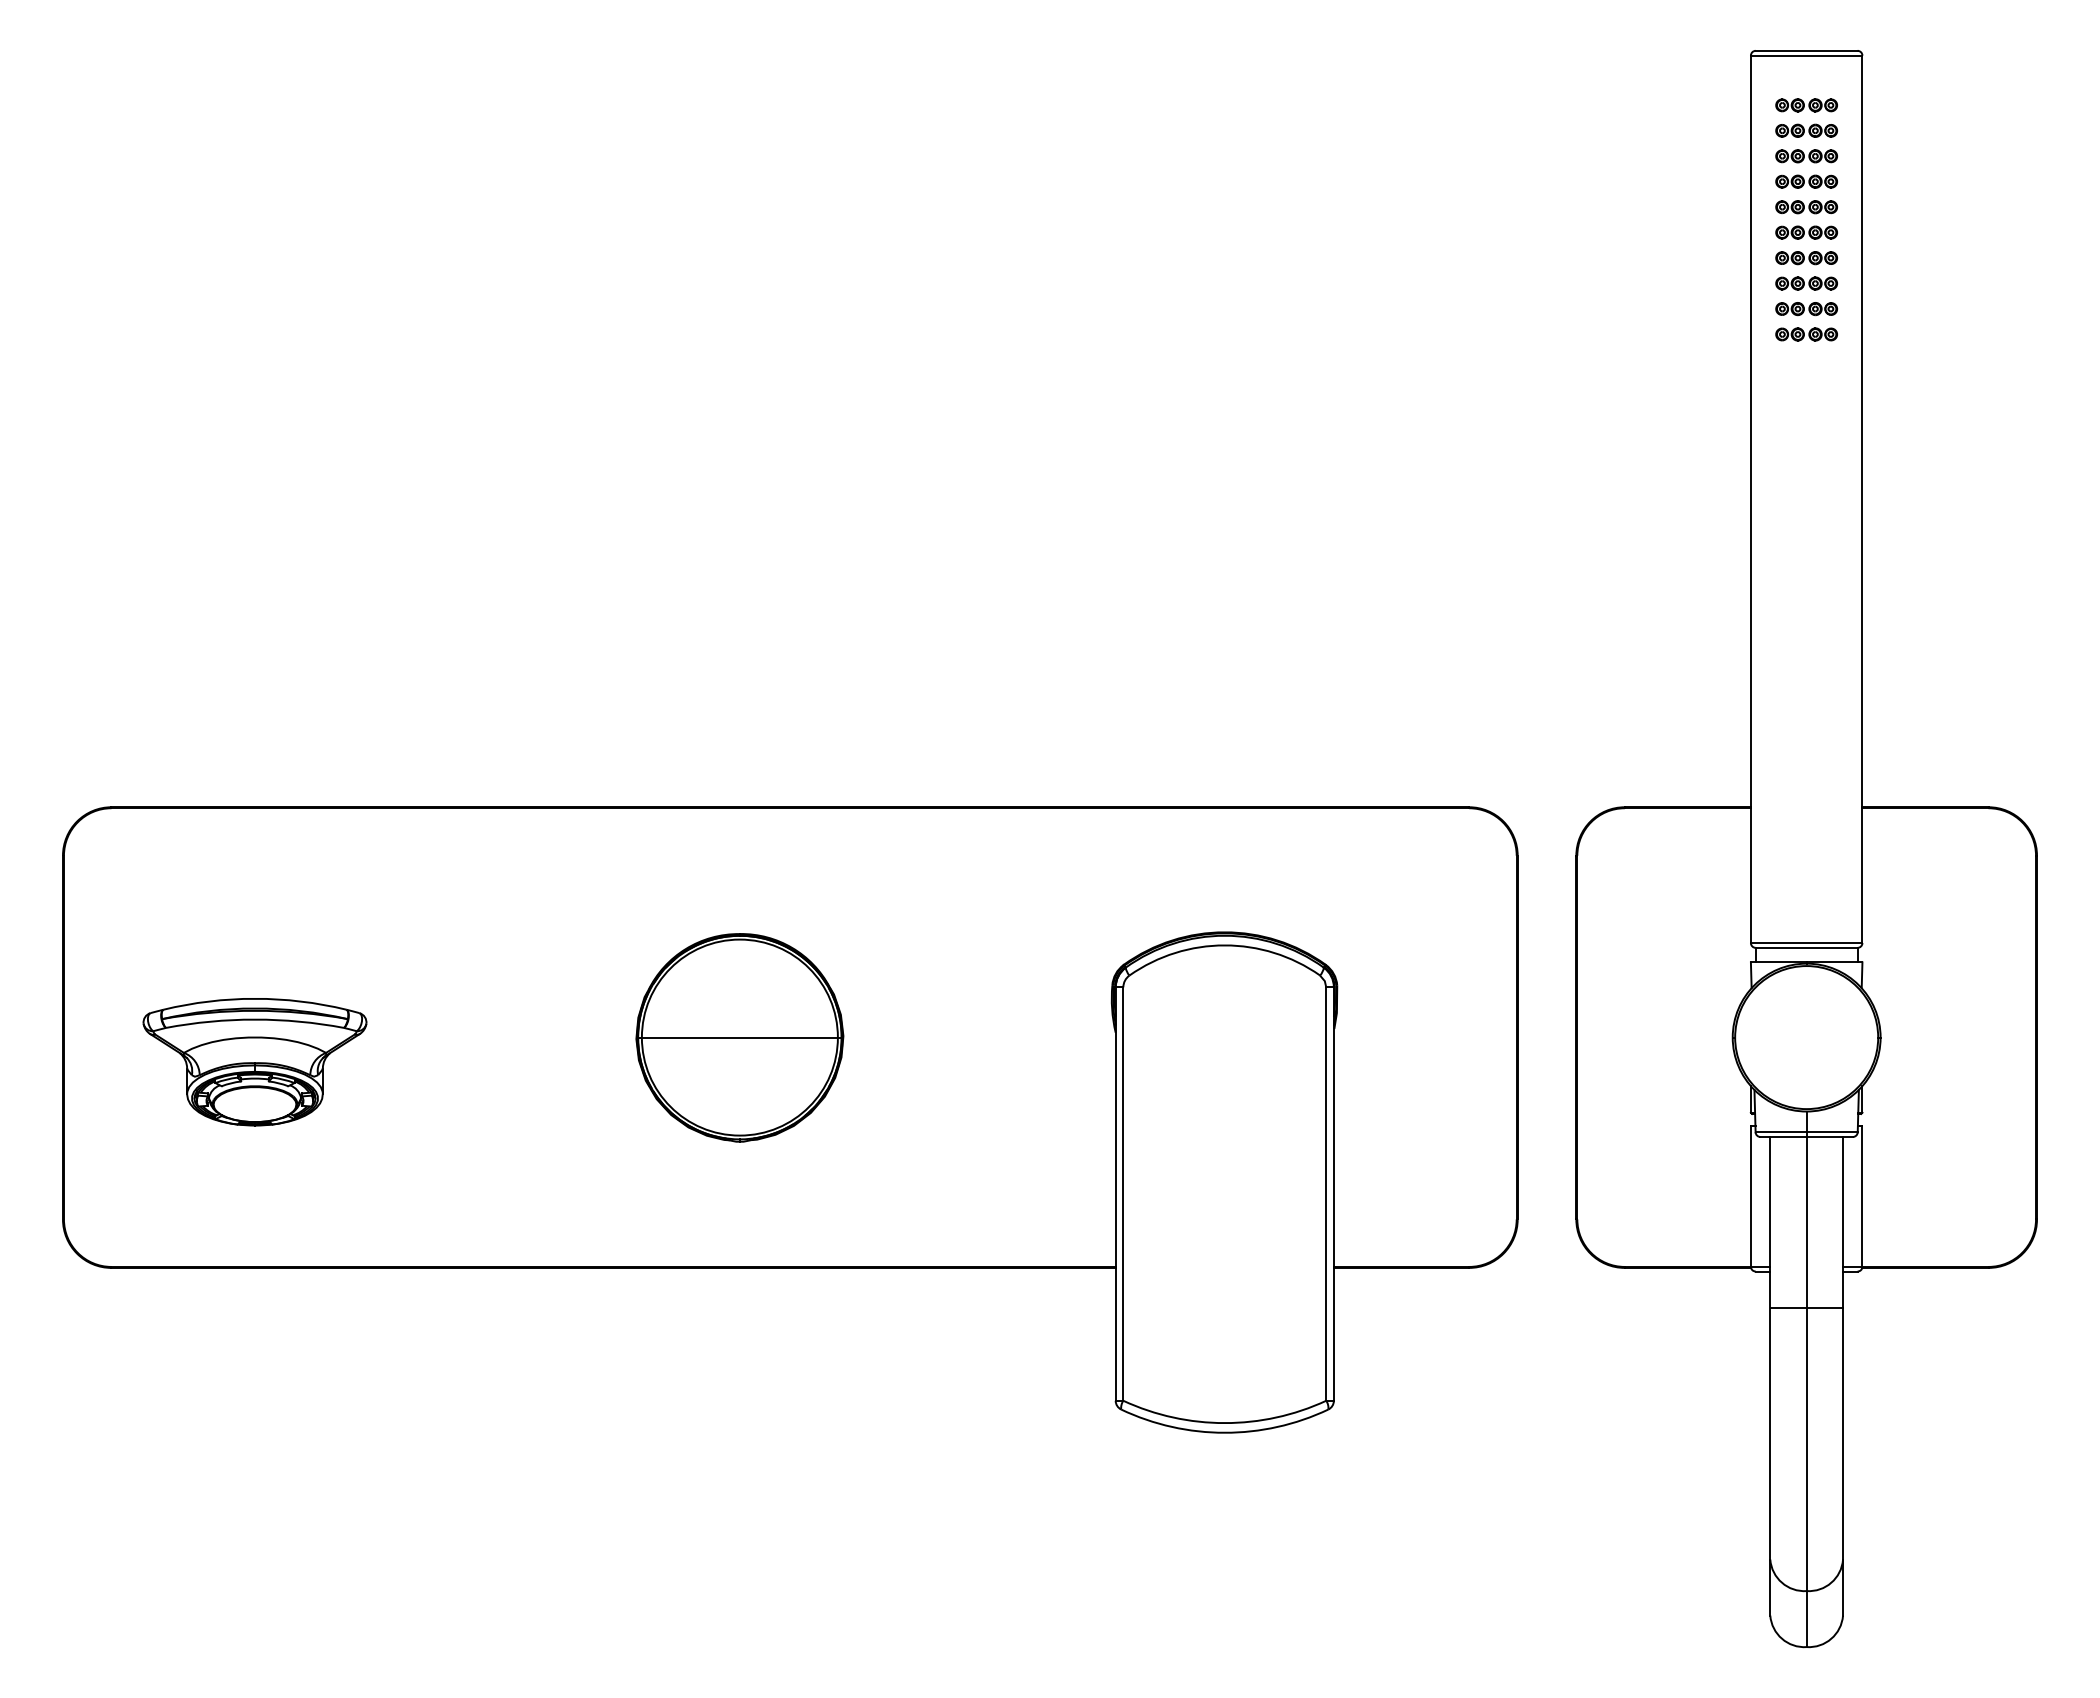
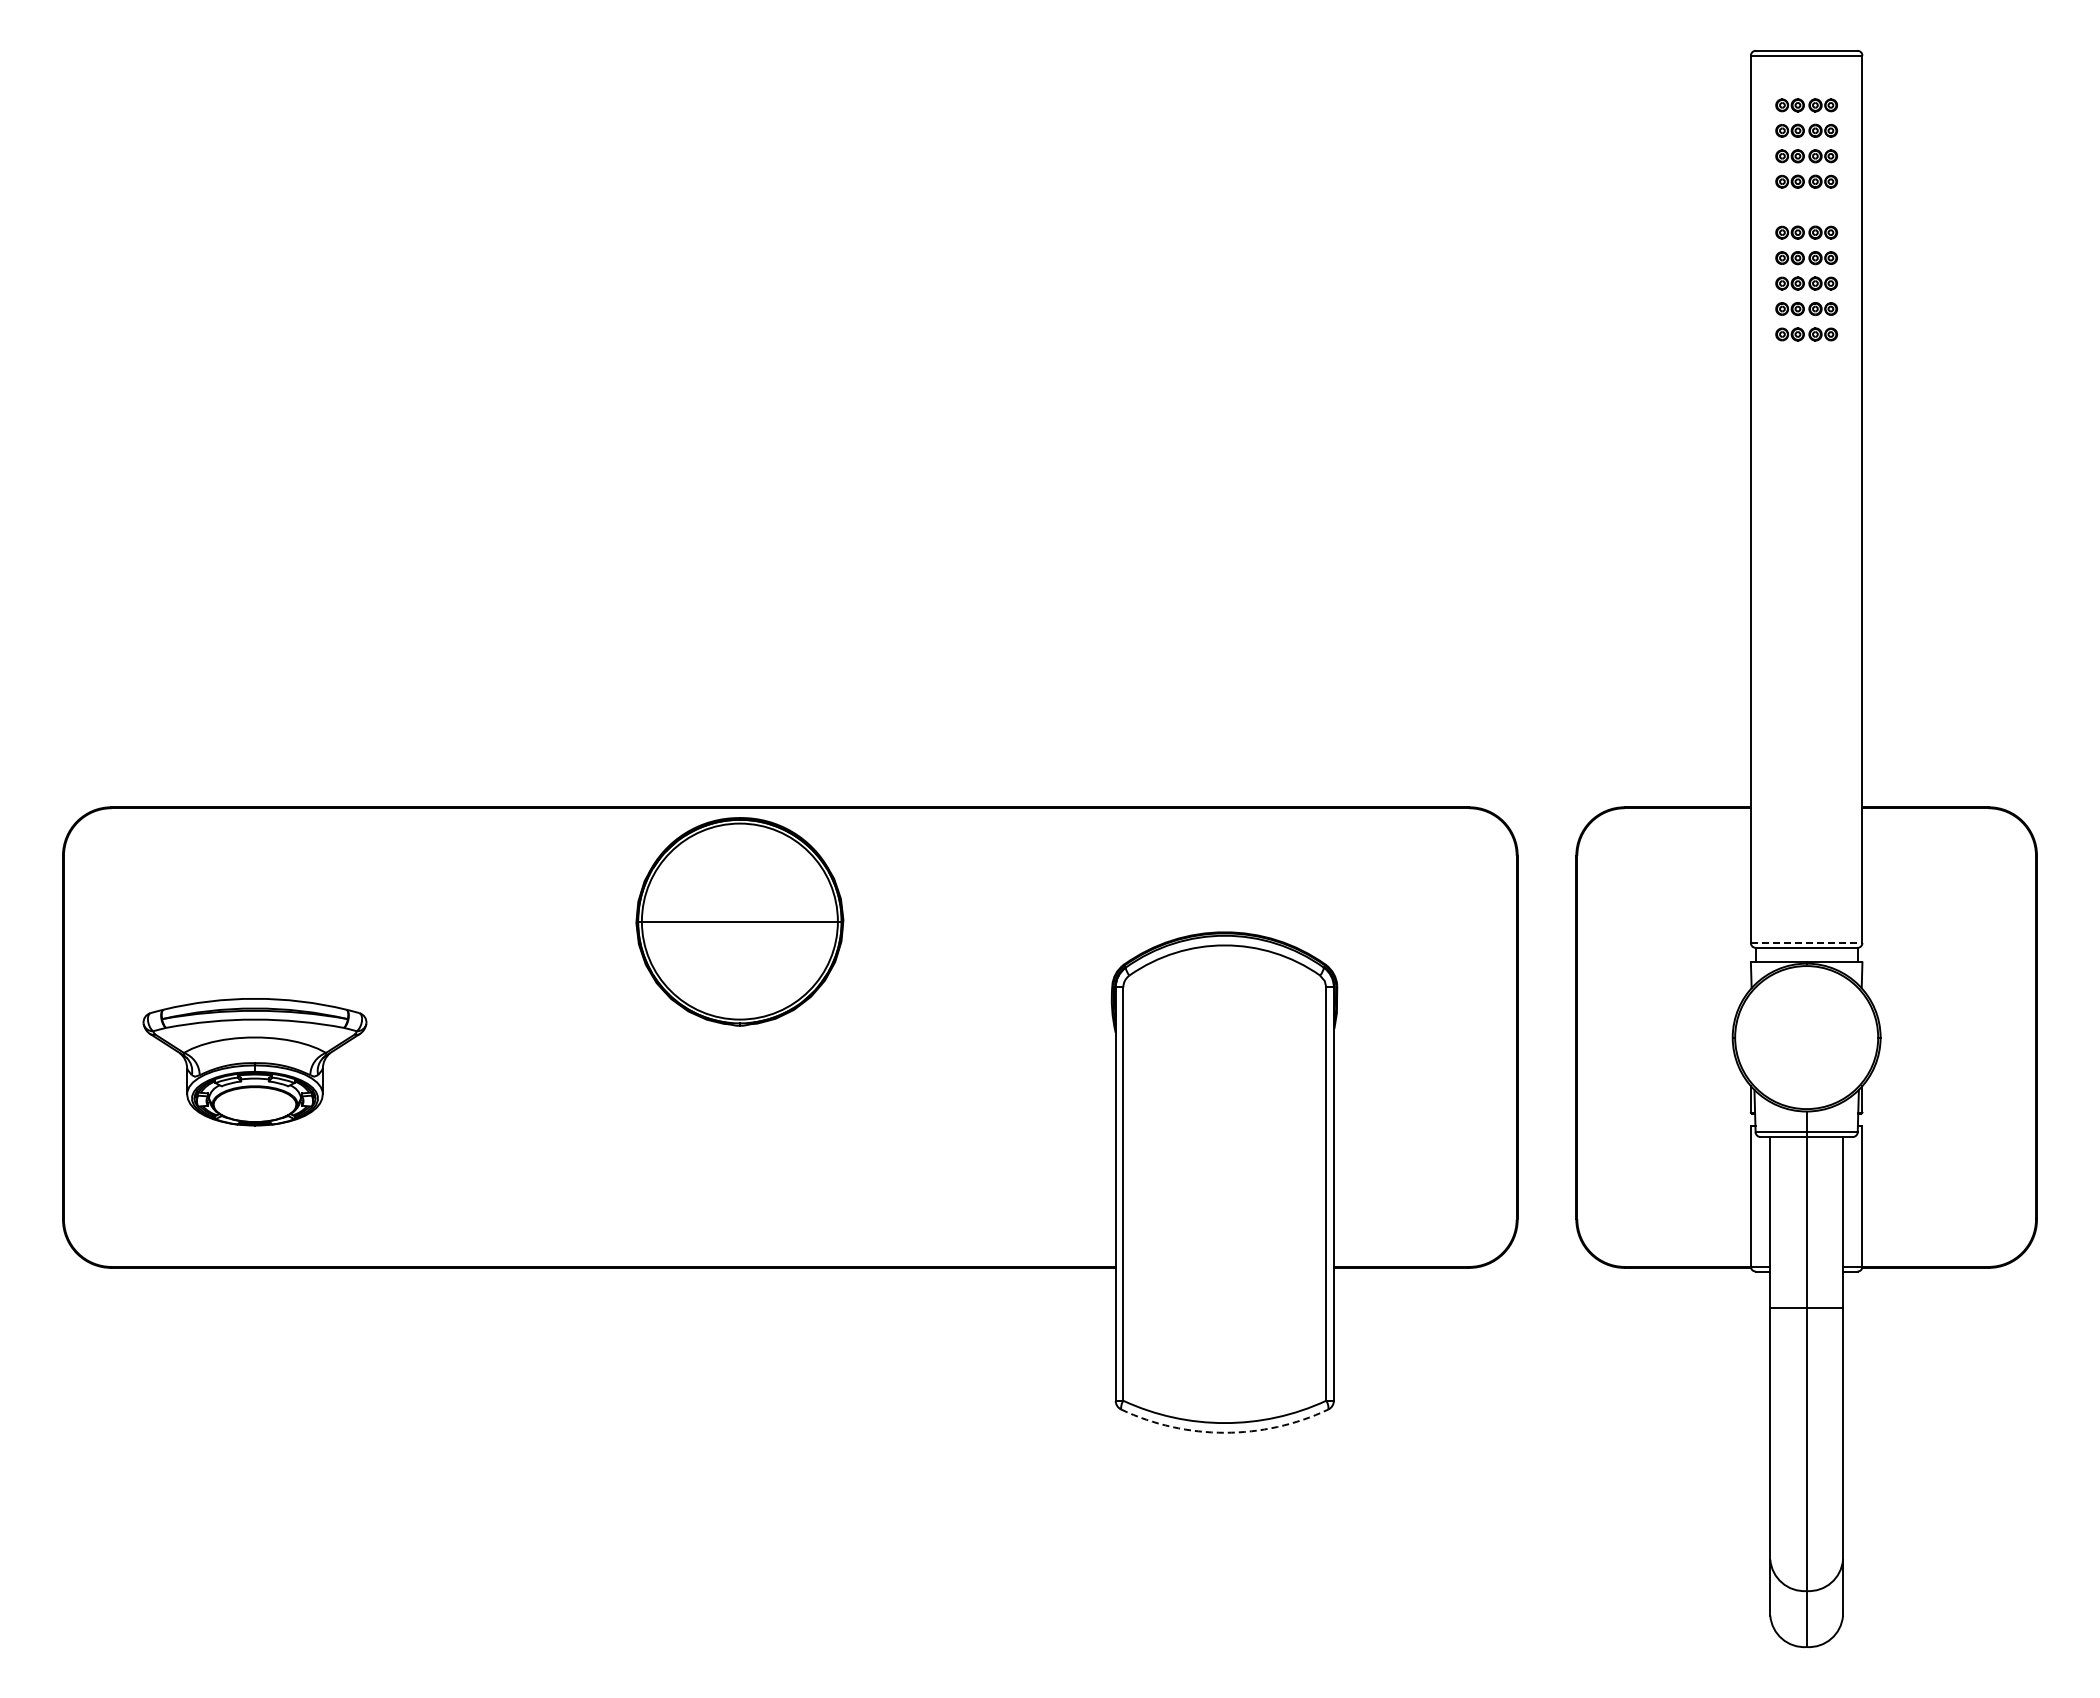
part at (1806, 207): present -> none
line at (1806, 943): solid -> dashed
part at (739, 1037) position: (739, 1037) -> (739, 921)
arc at (1224, 1432): solid -> dashed
